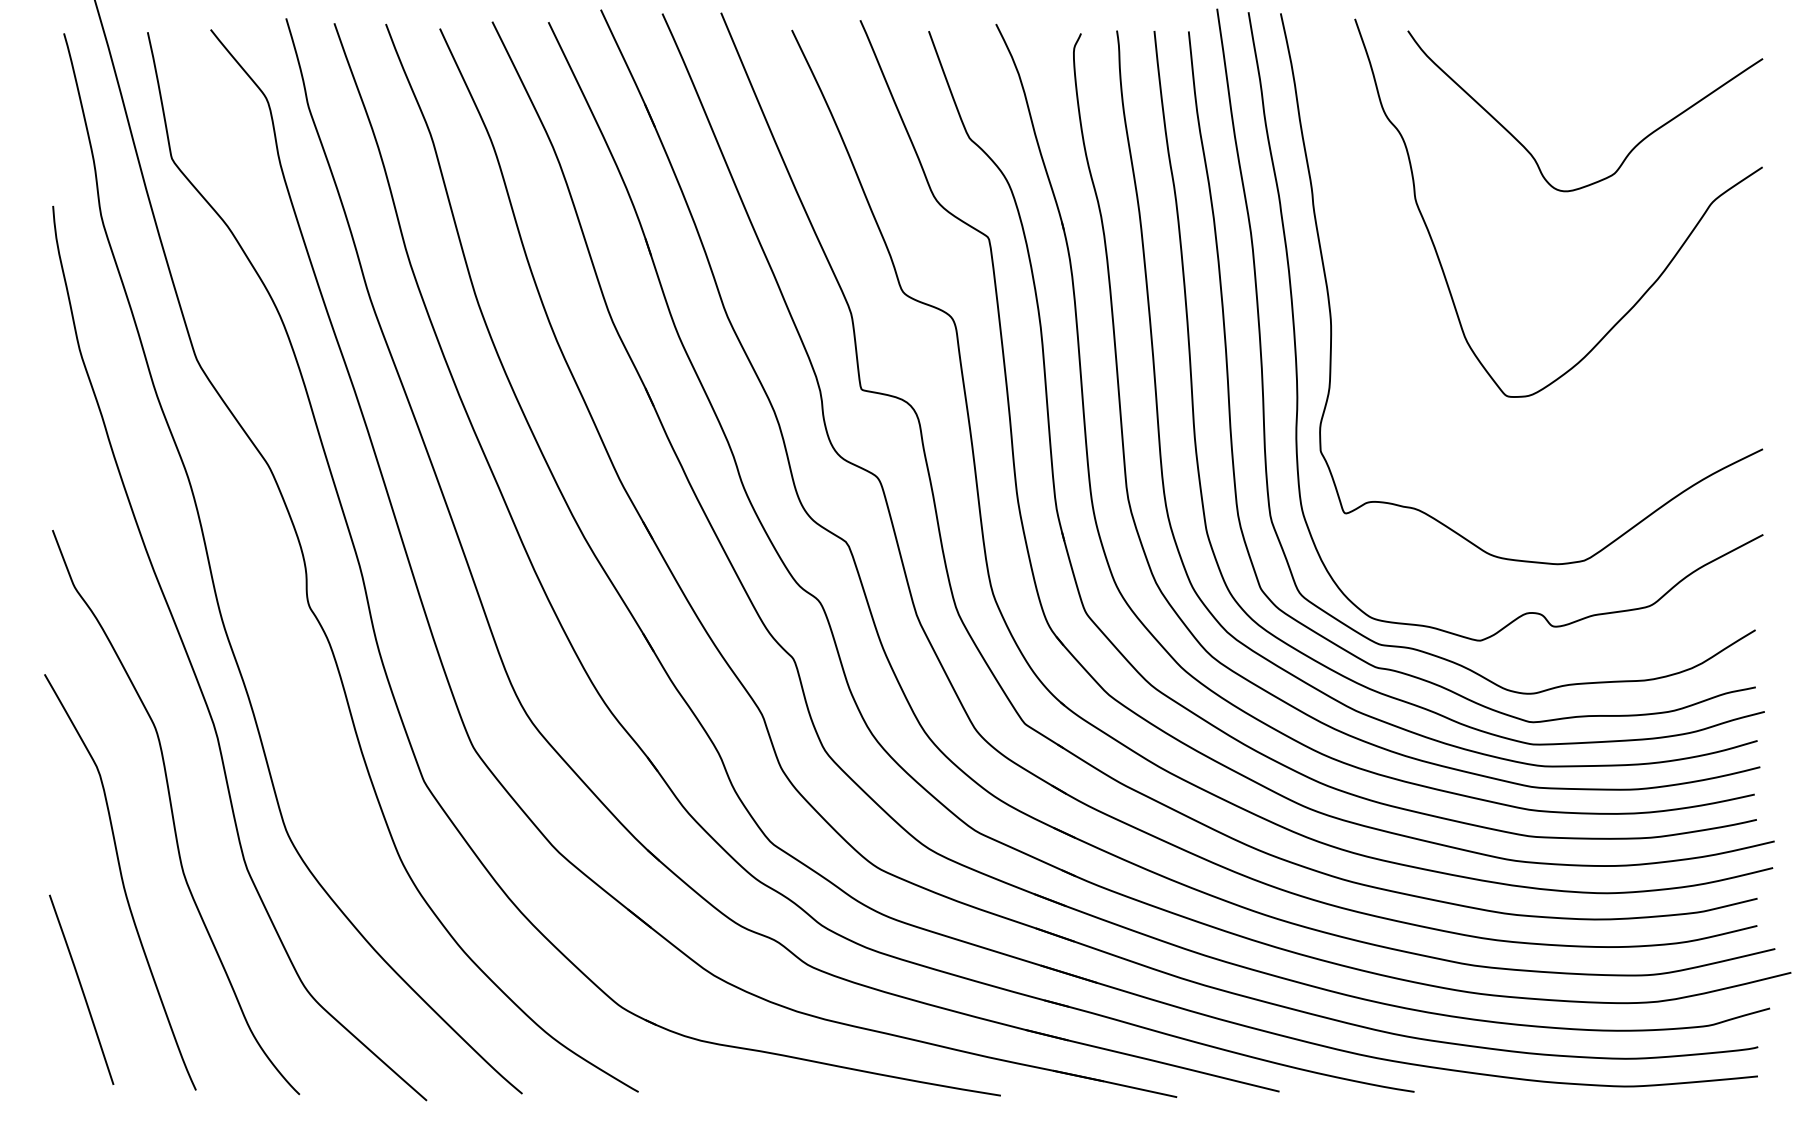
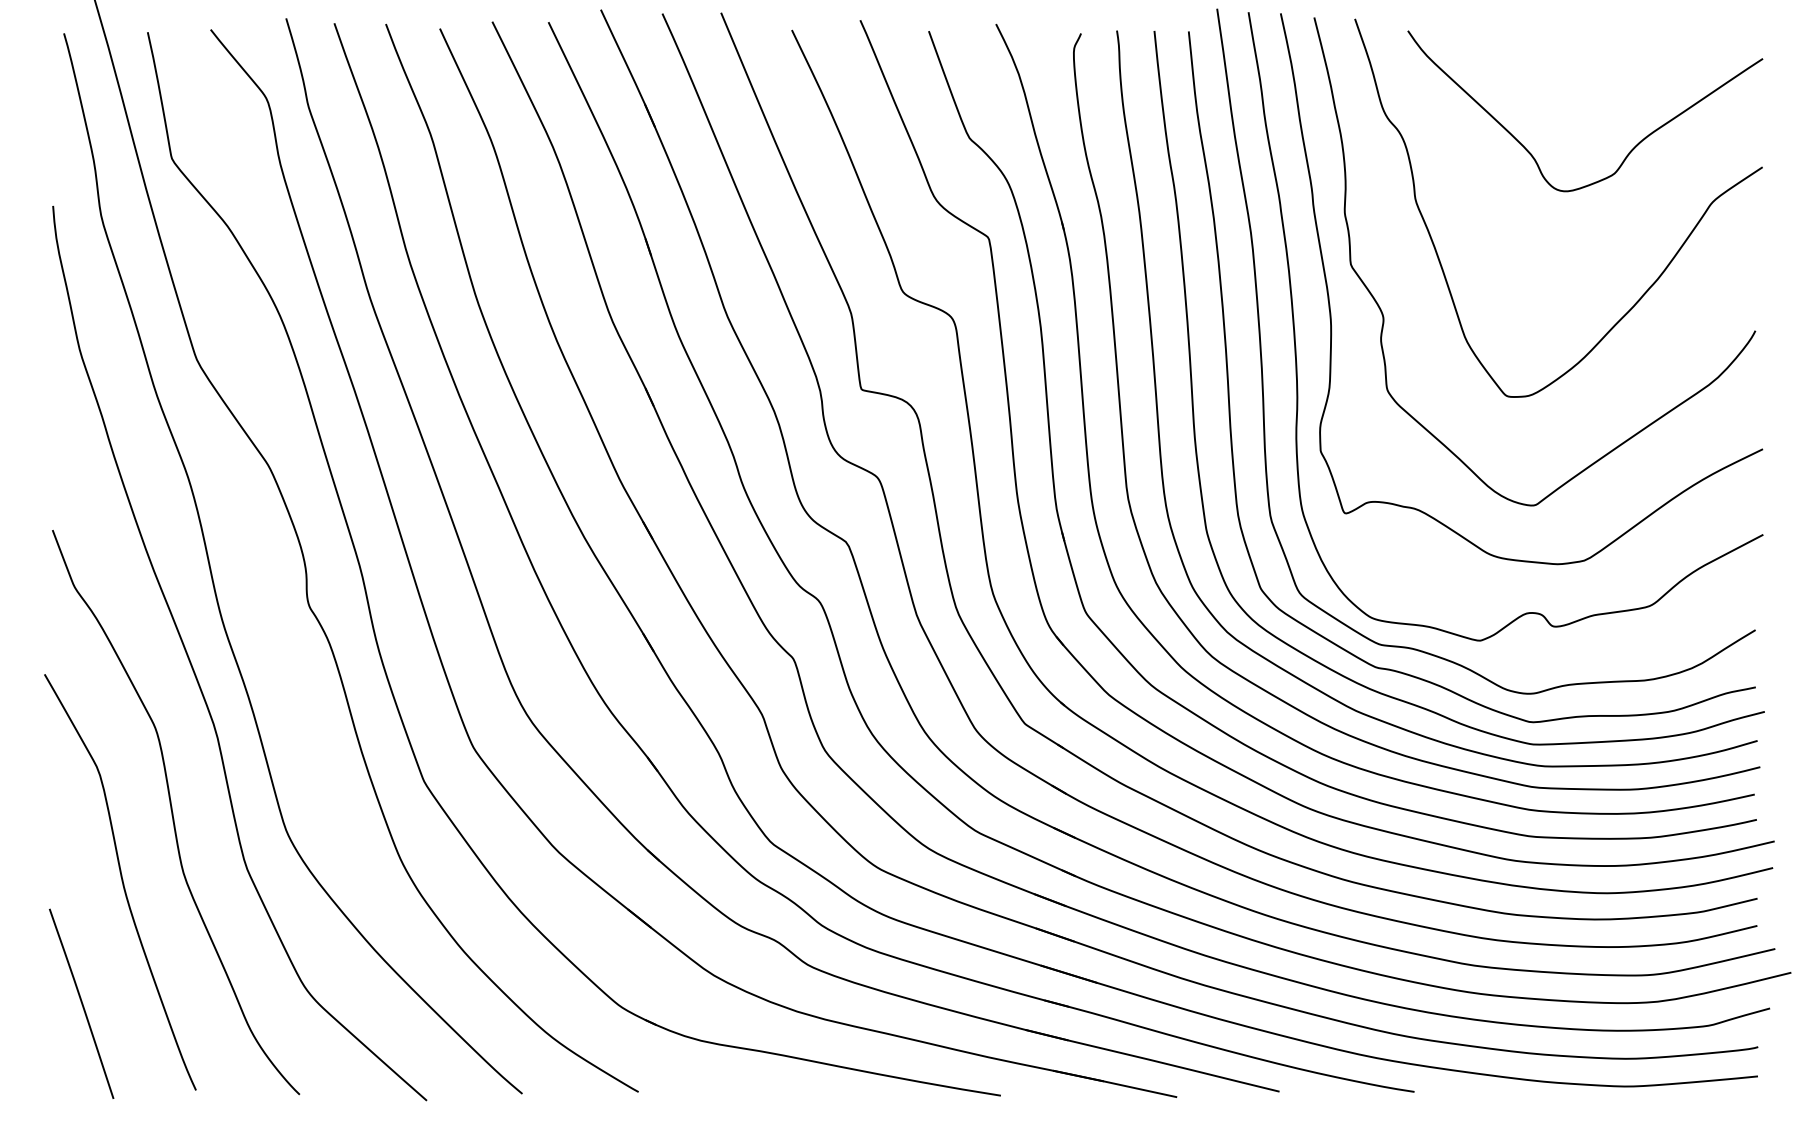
curve at (1383, 313): none -> present
line at (81, 989) position: (81, 989) -> (81, 1003)
